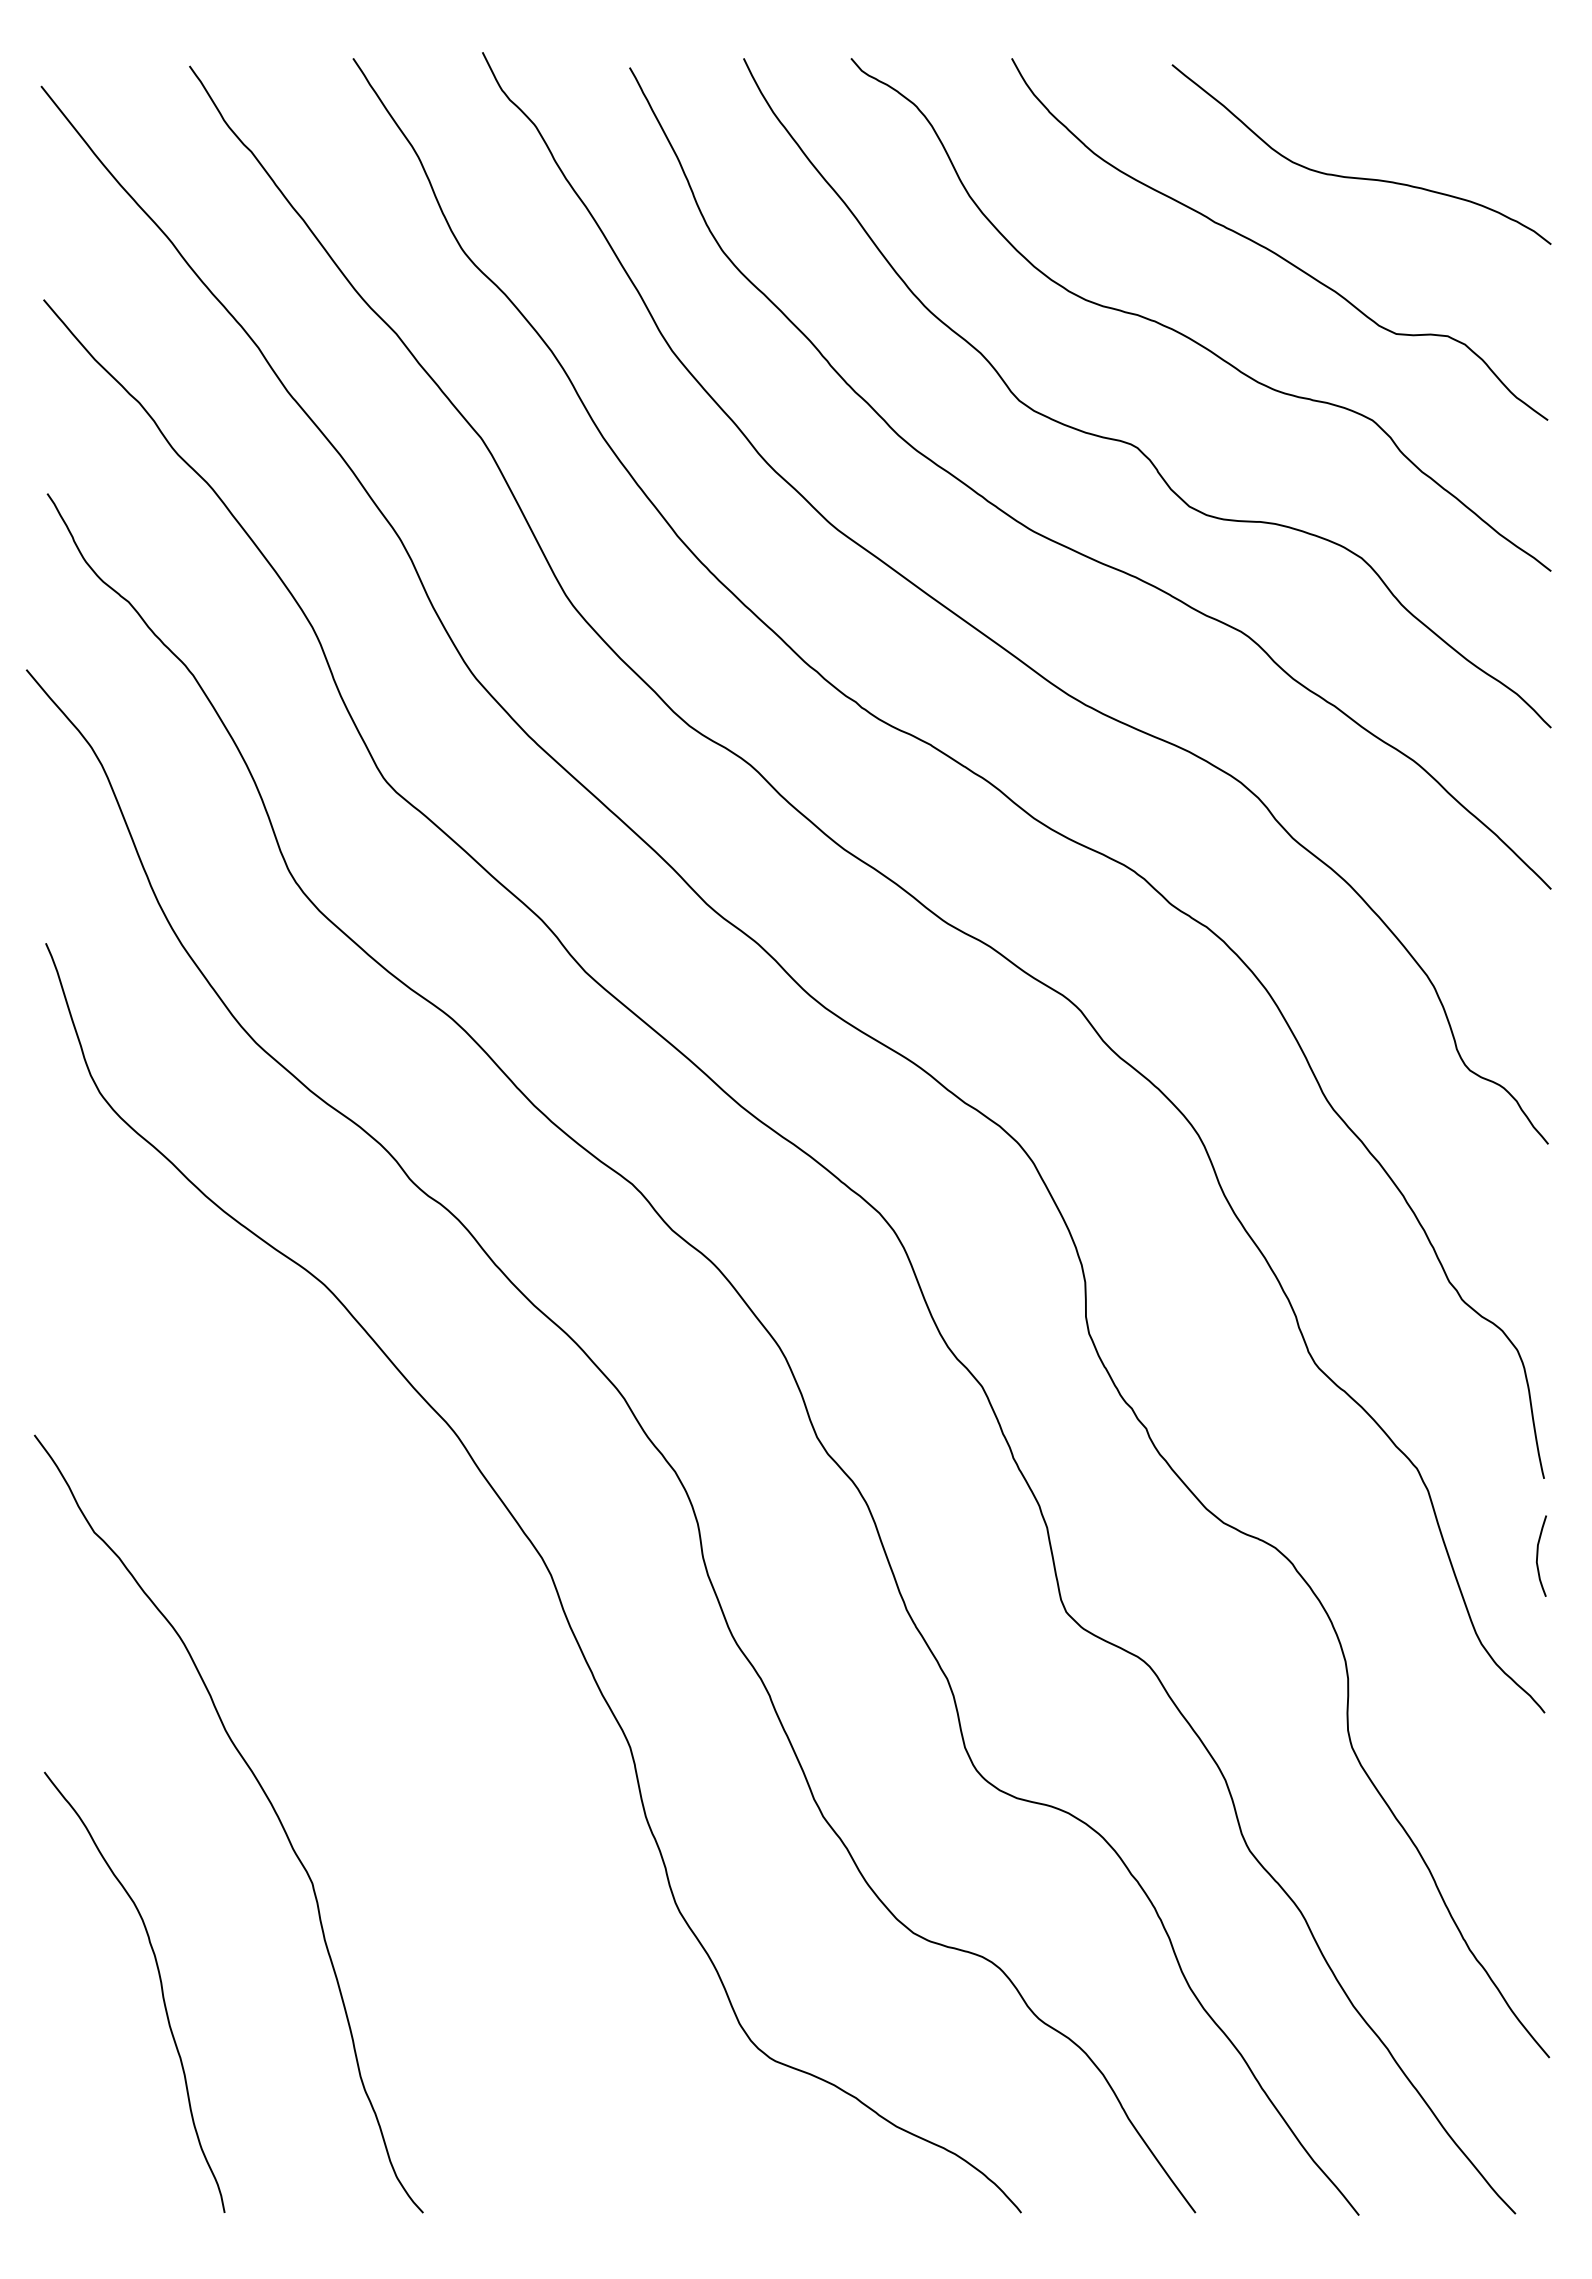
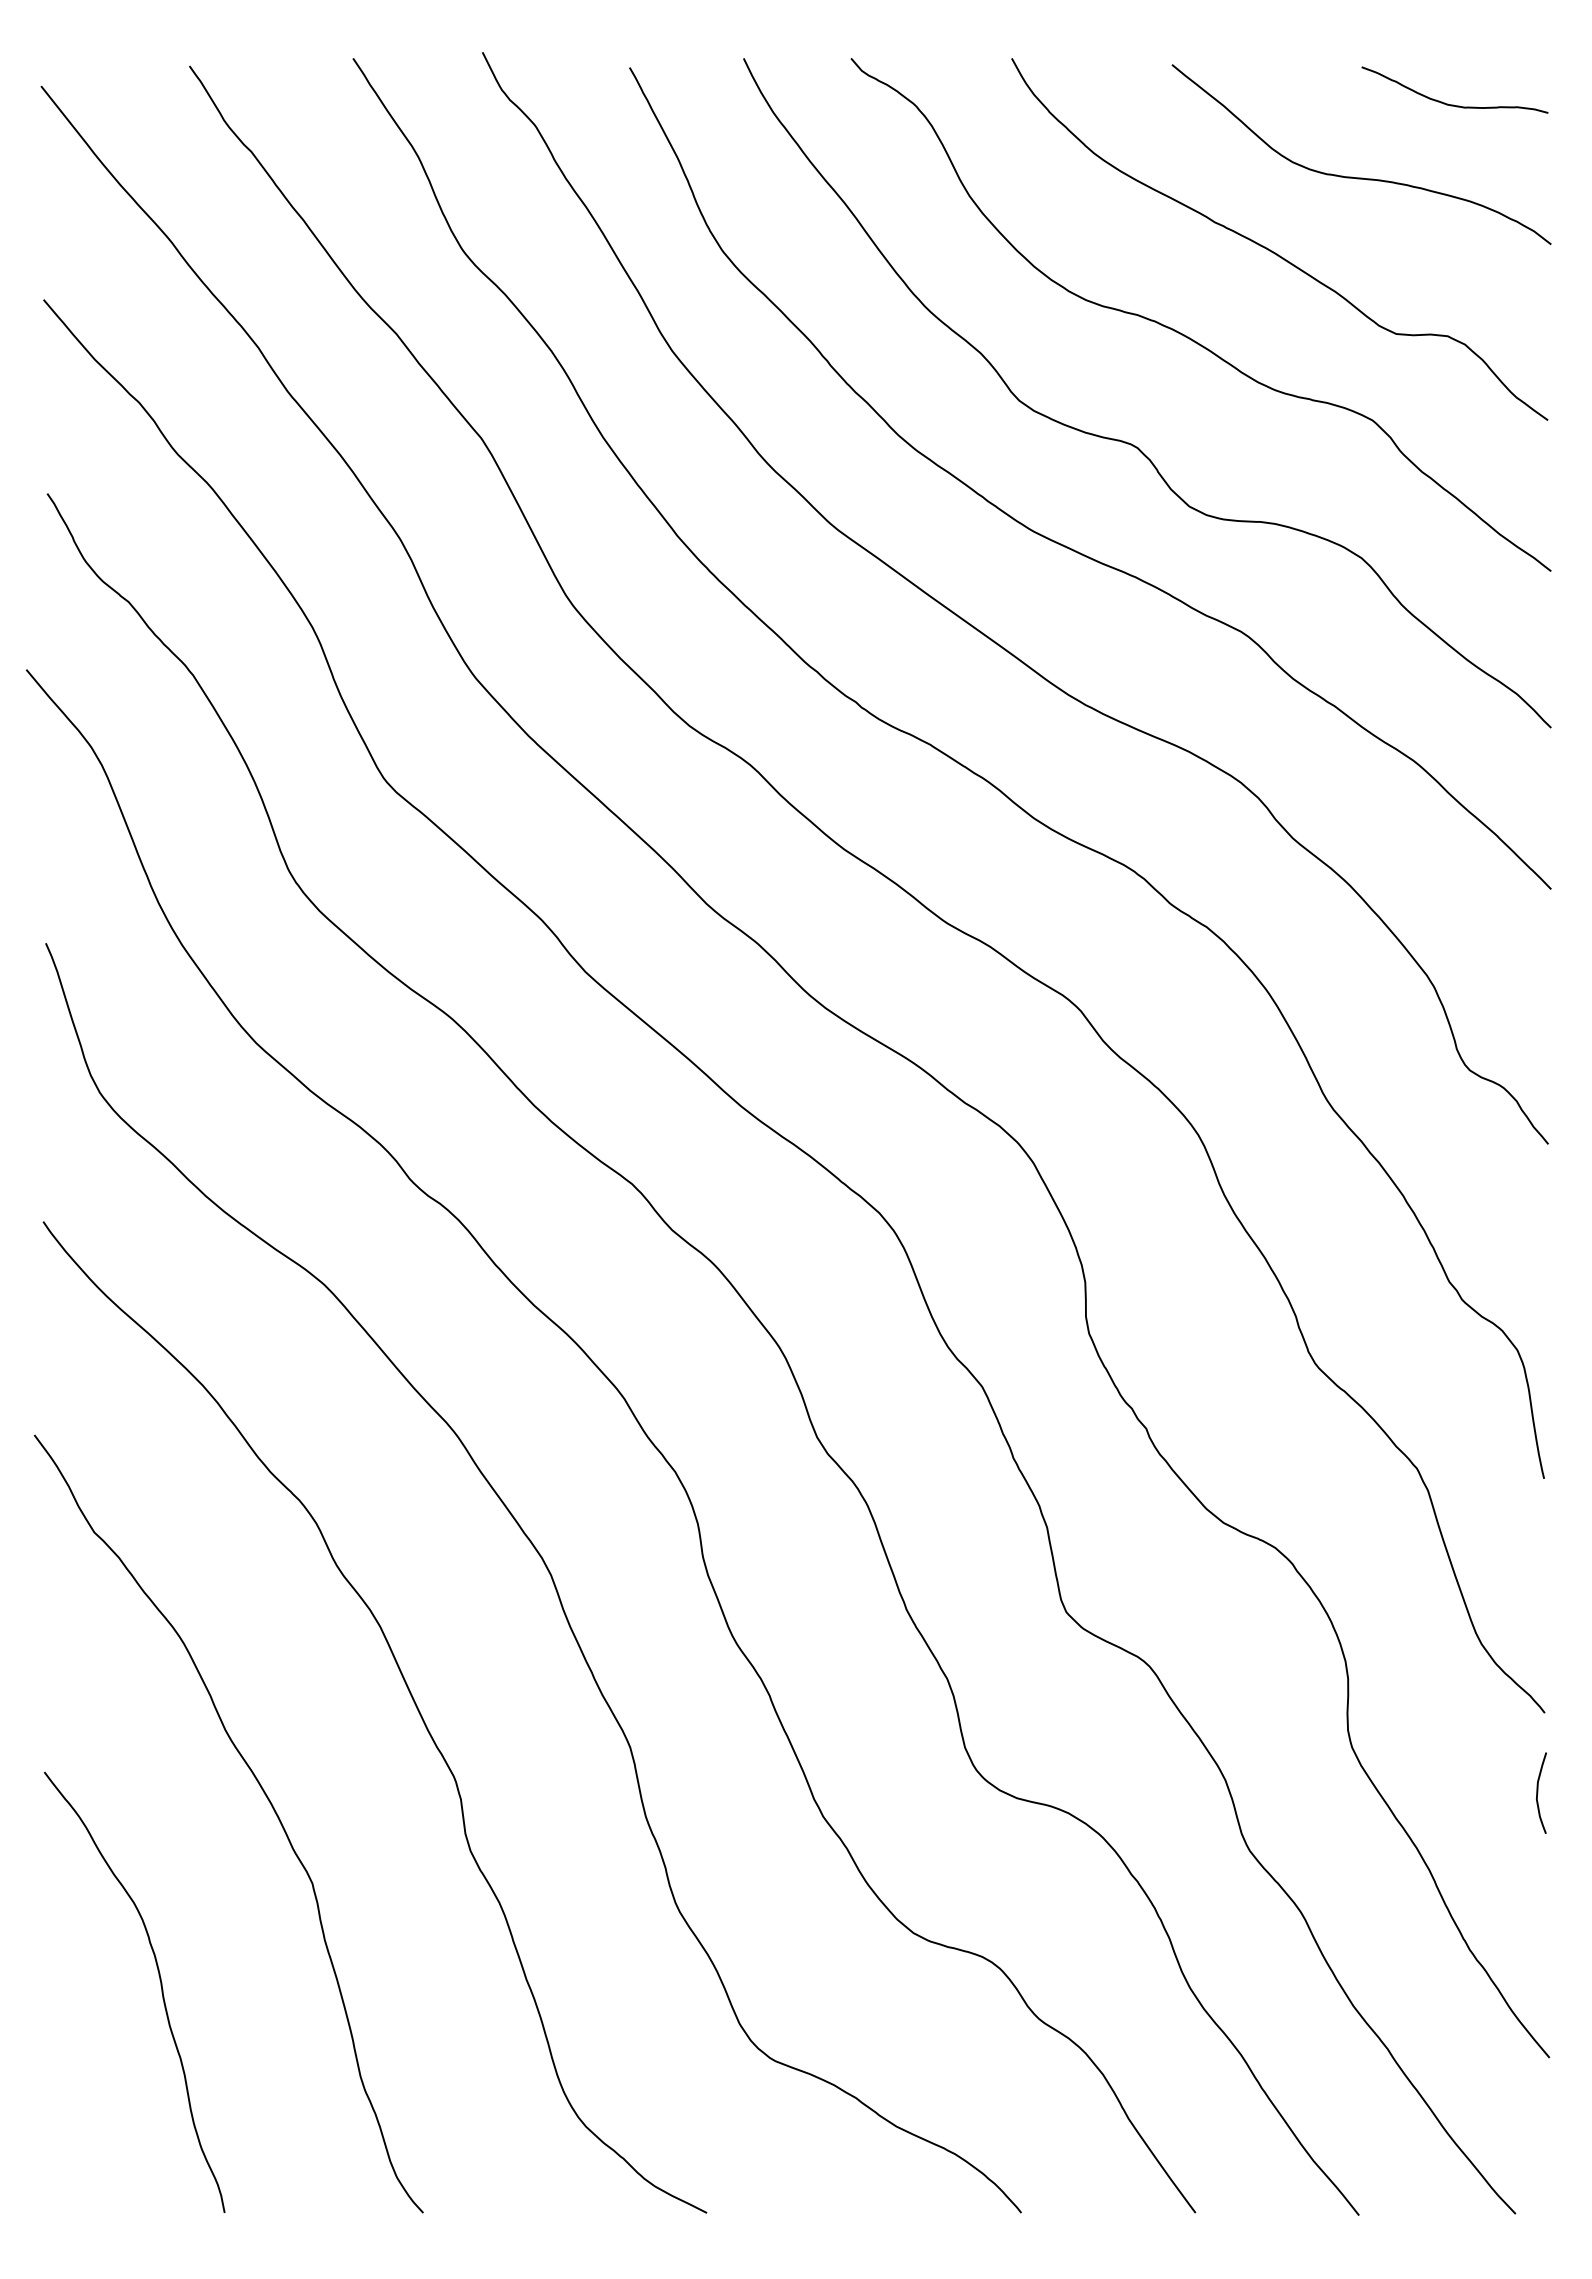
curve at (1453, 104): none -> present
curve at (1538, 1555) position: (1538, 1555) -> (1538, 1792)
curve at (412, 1700): none -> present
